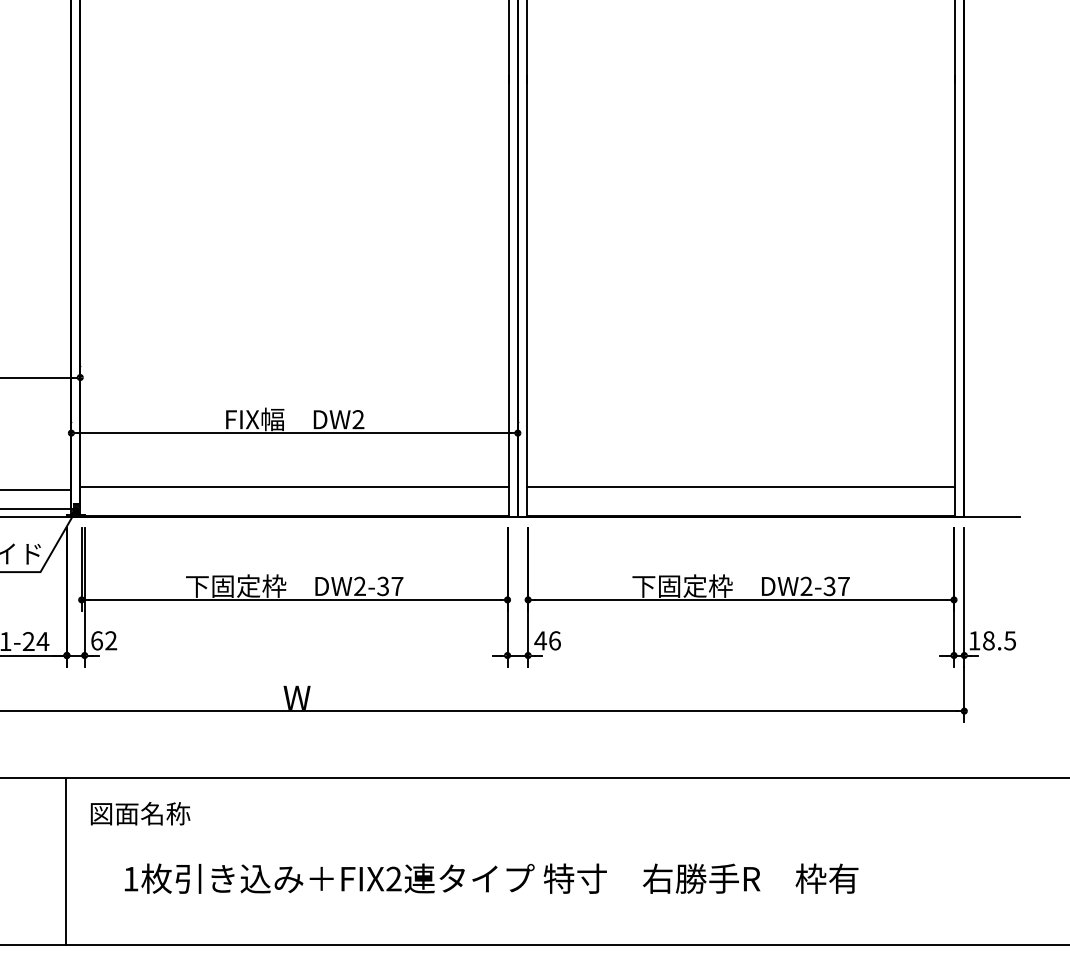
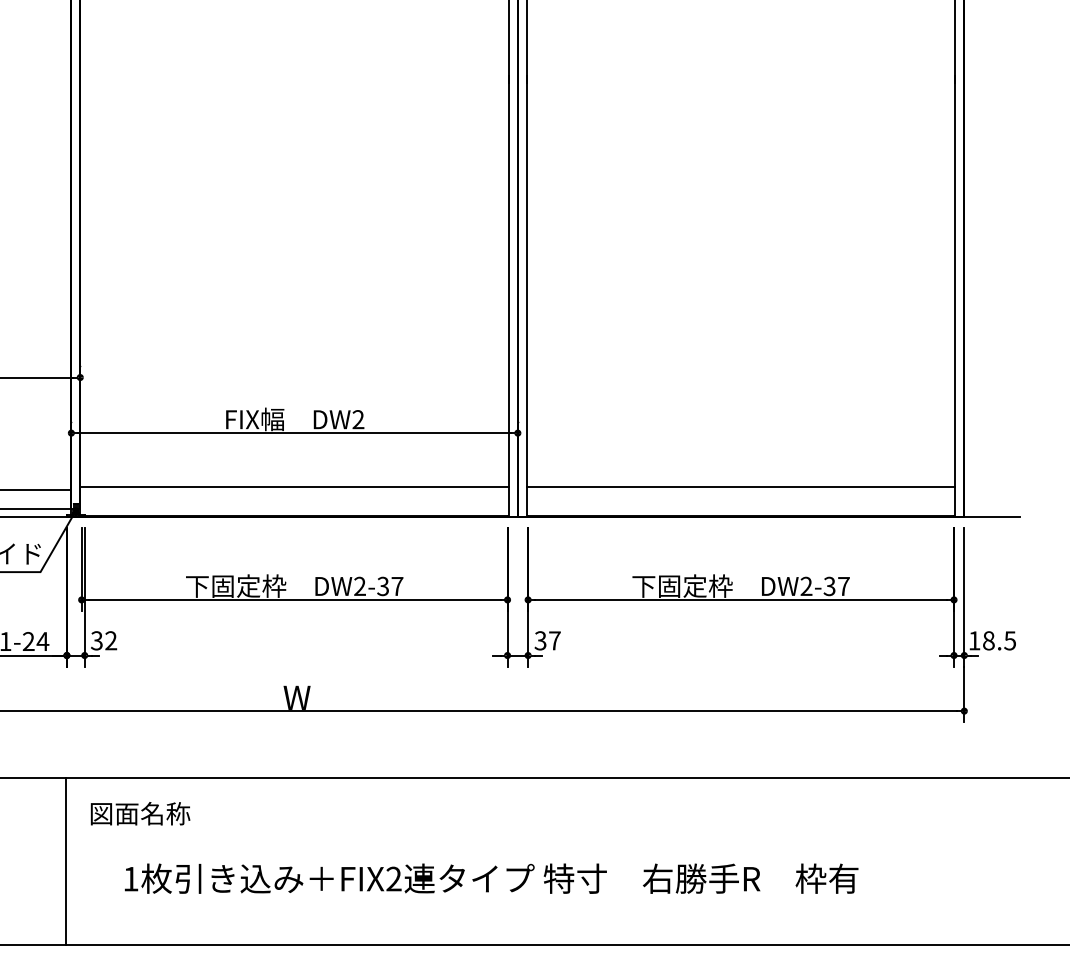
text at (96, 640): 62 -> 32
text at (547, 640): 46 -> 37
